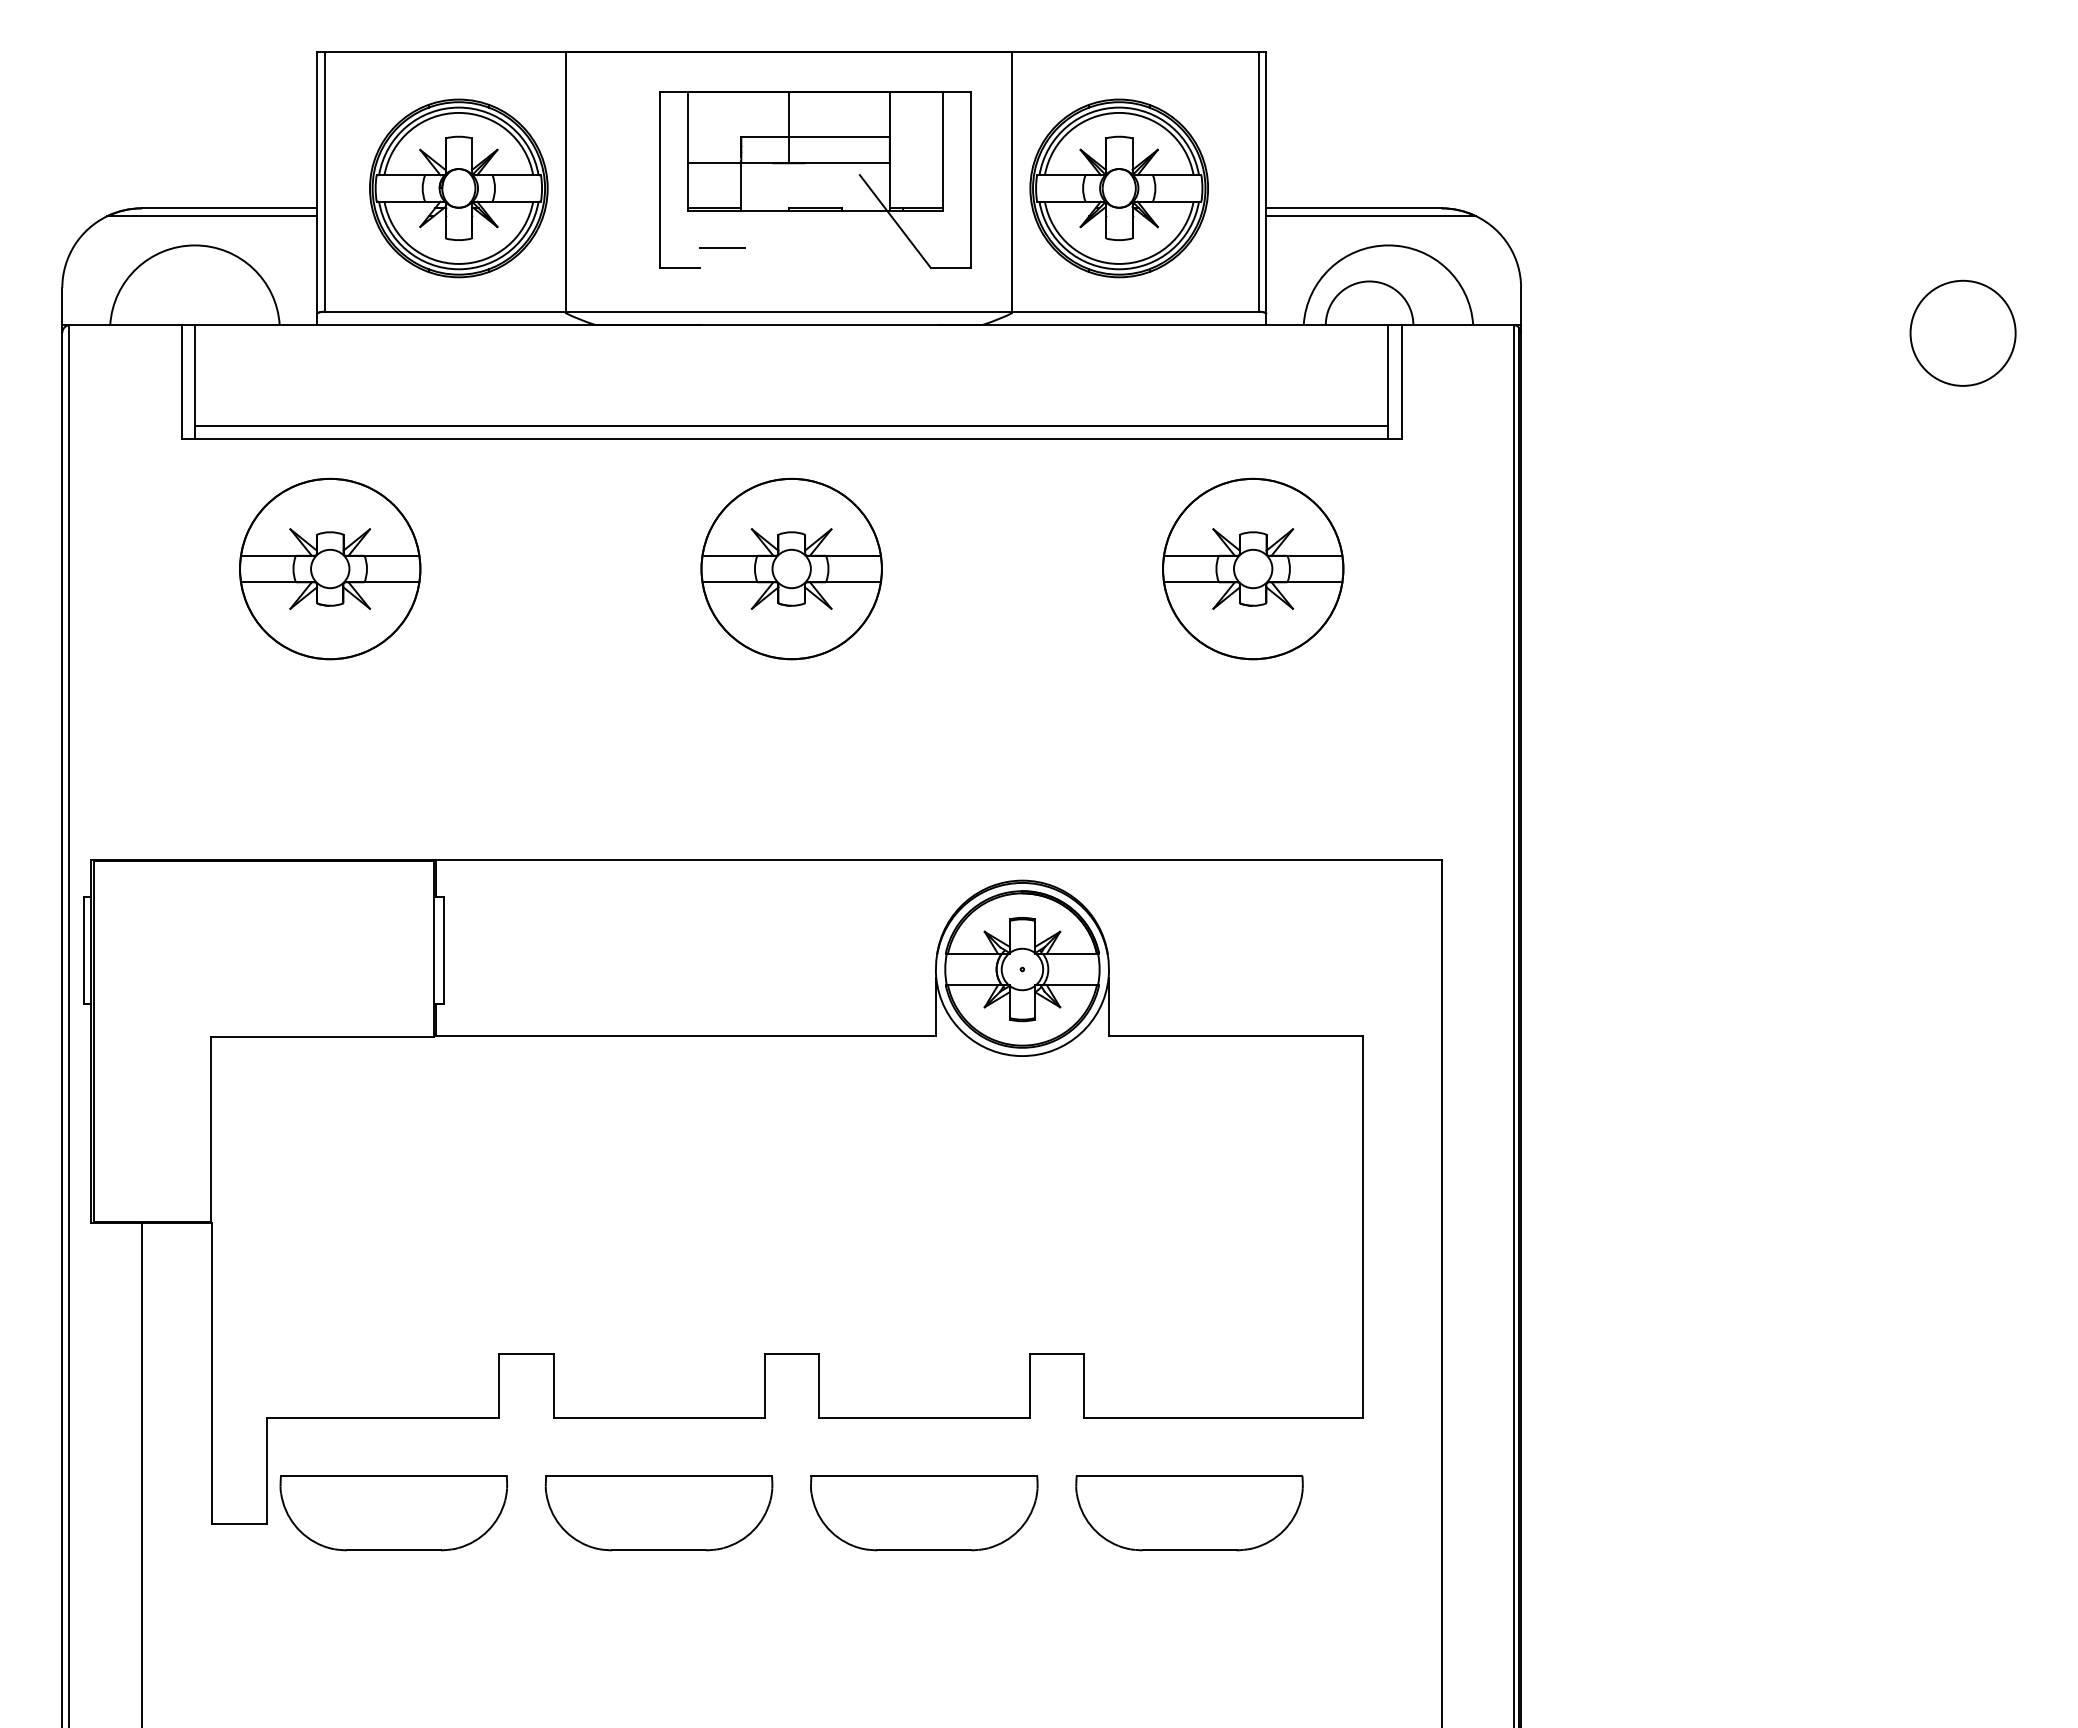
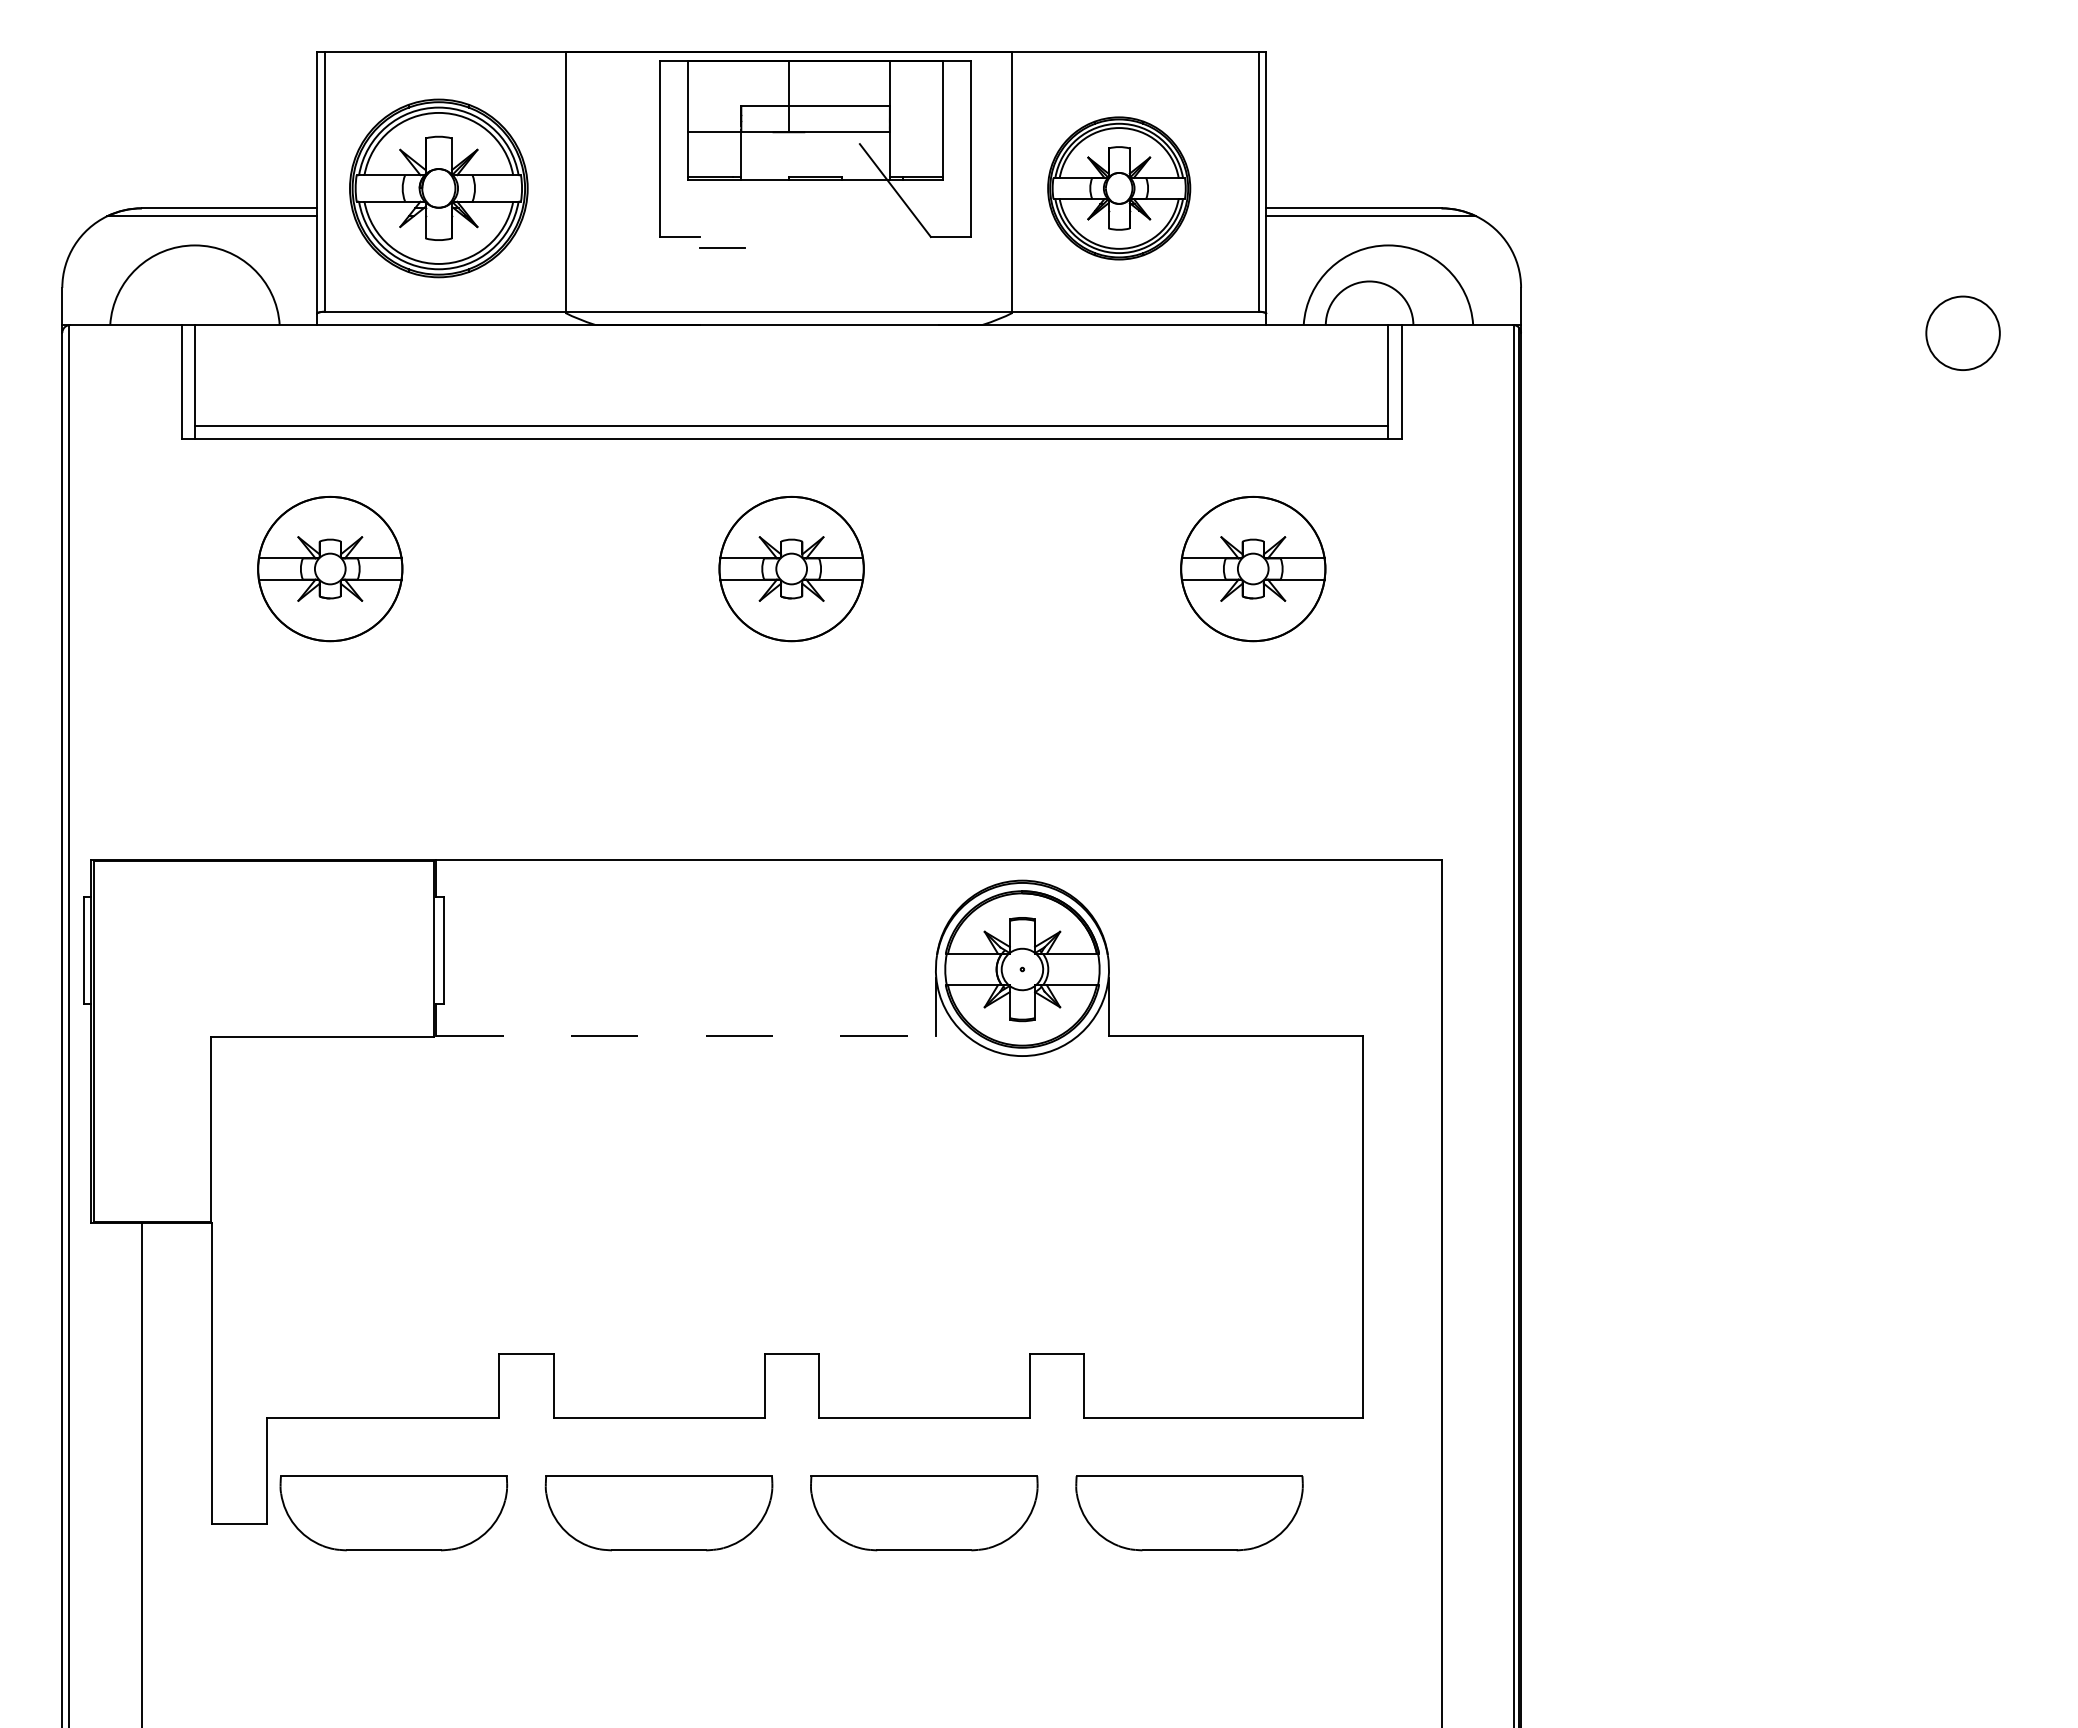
part at (815, 179) position: (815, 179) -> (815, 148)
part at (458, 188) position: (458, 188) -> (438, 188)
part at (1118, 188) size: 180x181 px -> 145x145 px
circle at (1962, 332) diameter: 105 px -> 74 px
part at (330, 568) size: 183x184 px -> 147x147 px
part at (791, 568) size: 183x184 px -> 147x147 px
part at (1253, 568) size: 183x184 px -> 147x147 px
line at (686, 1035): solid -> dashed
